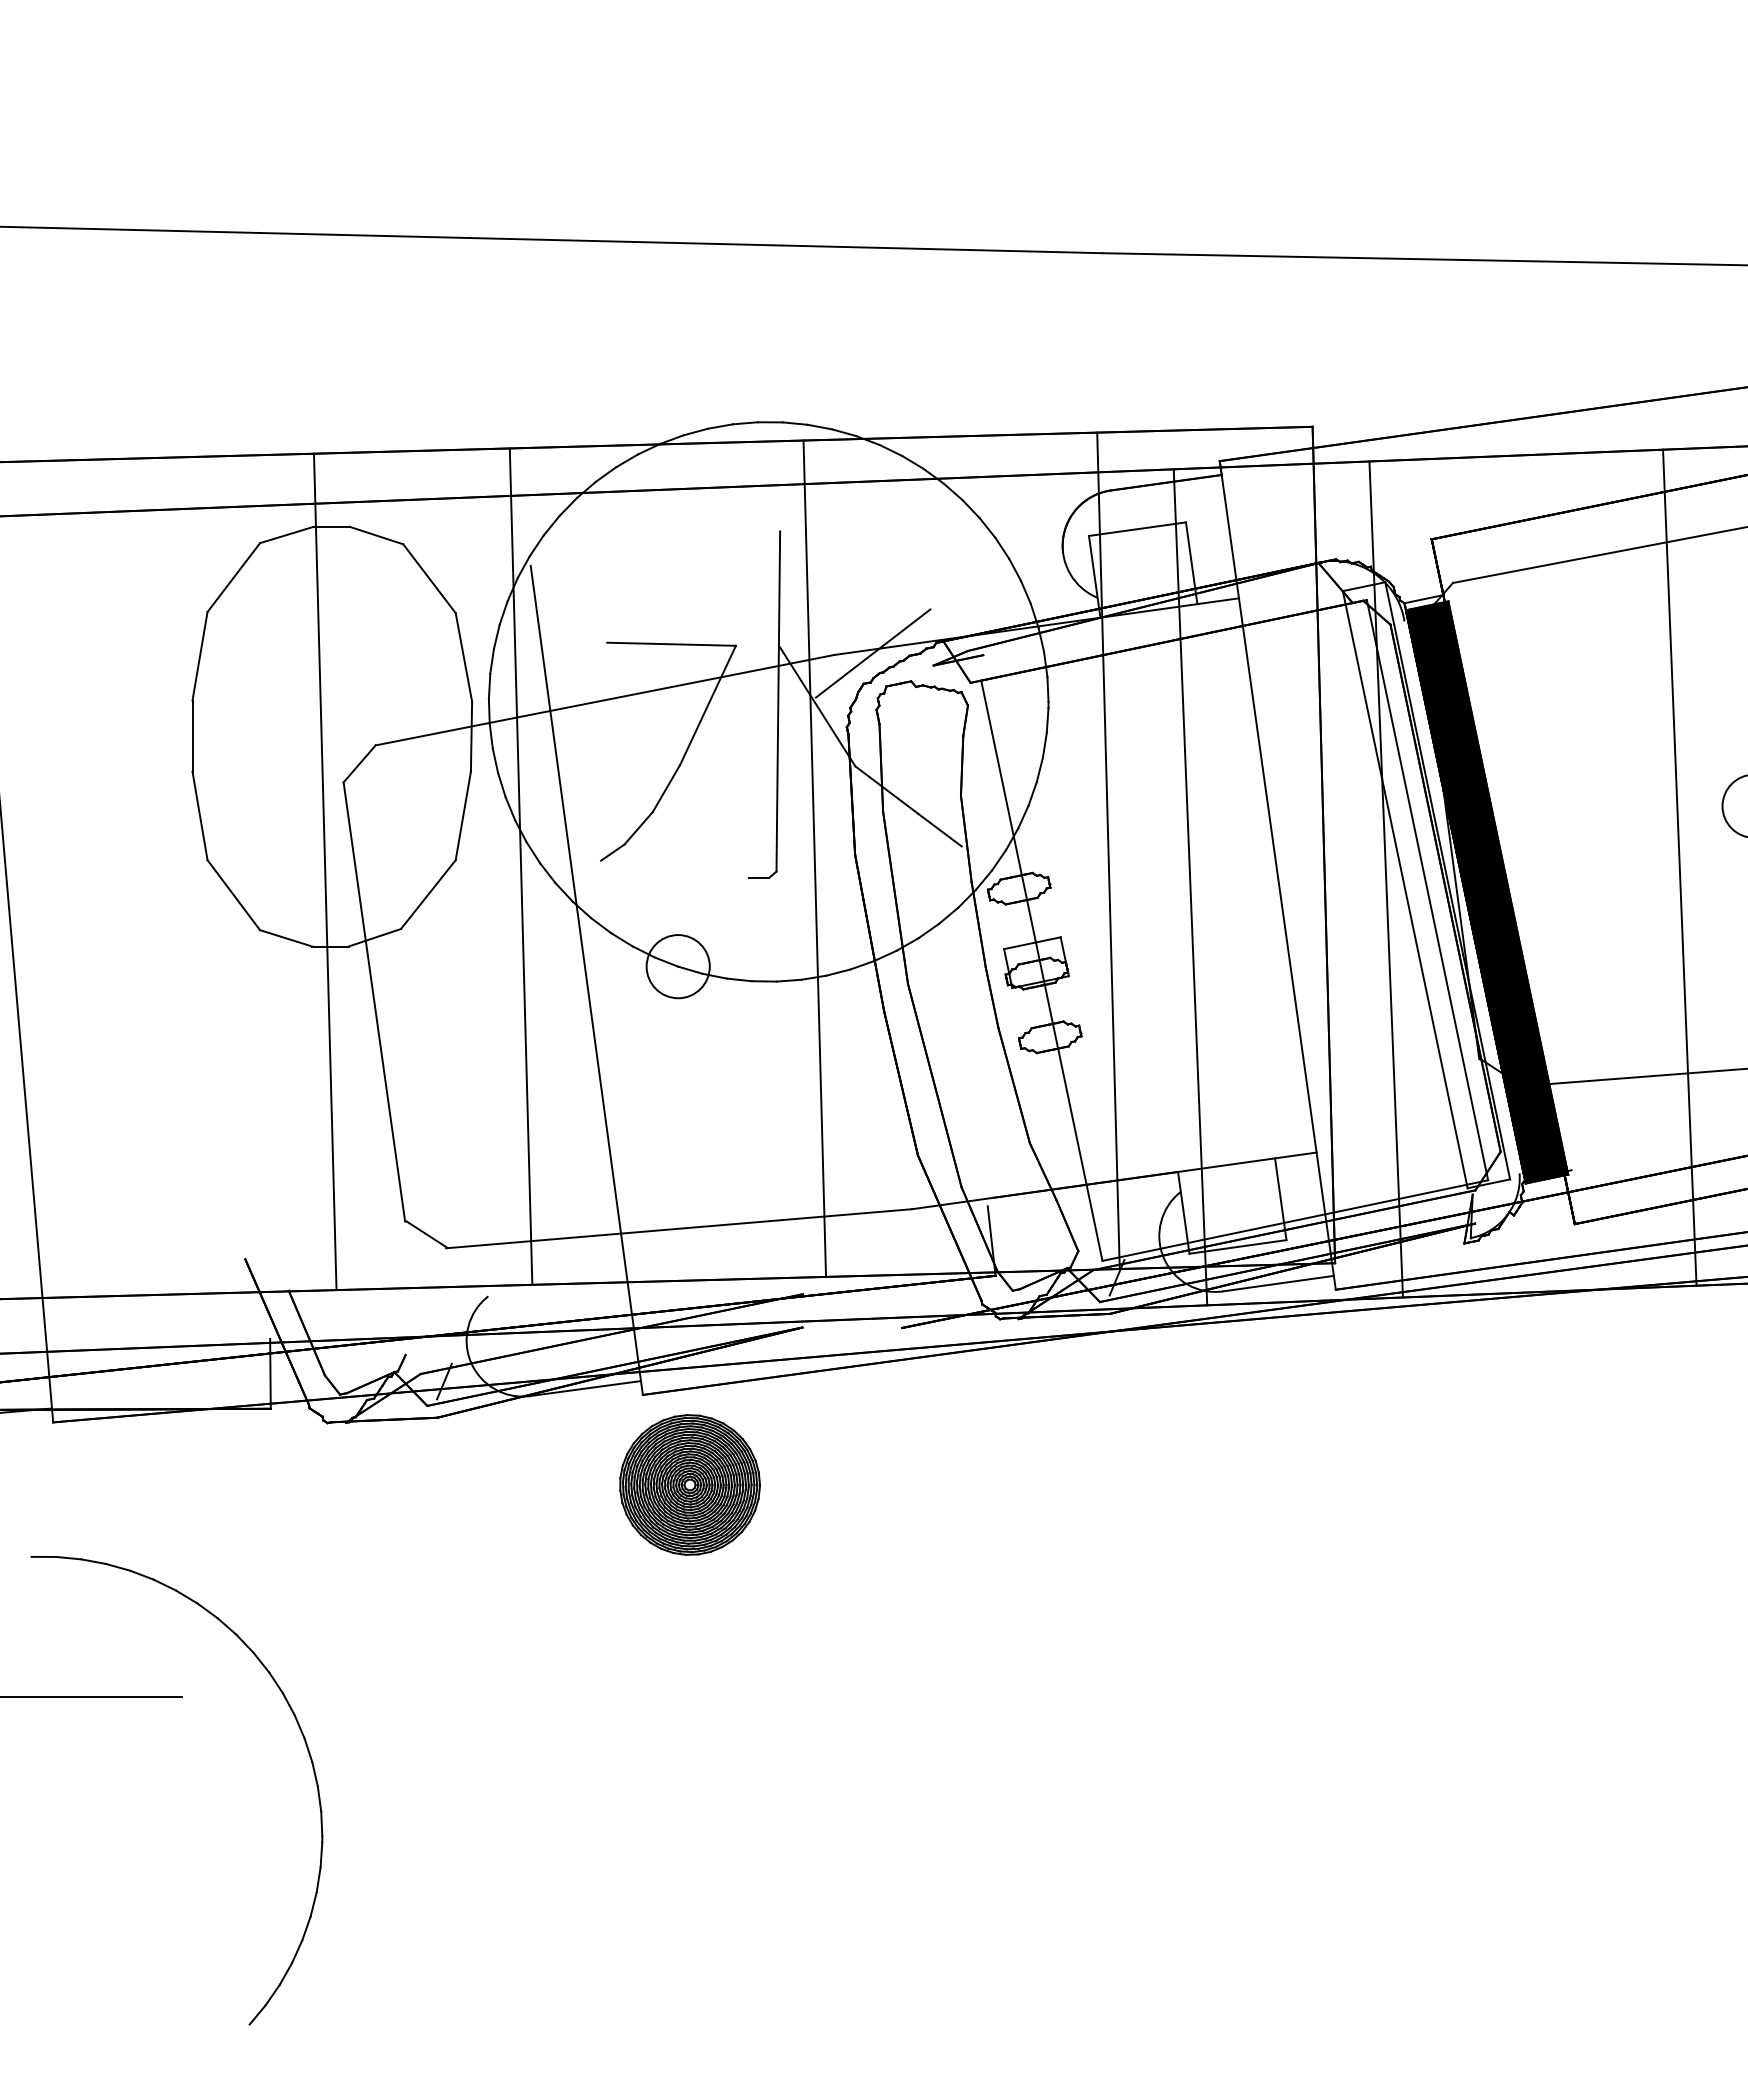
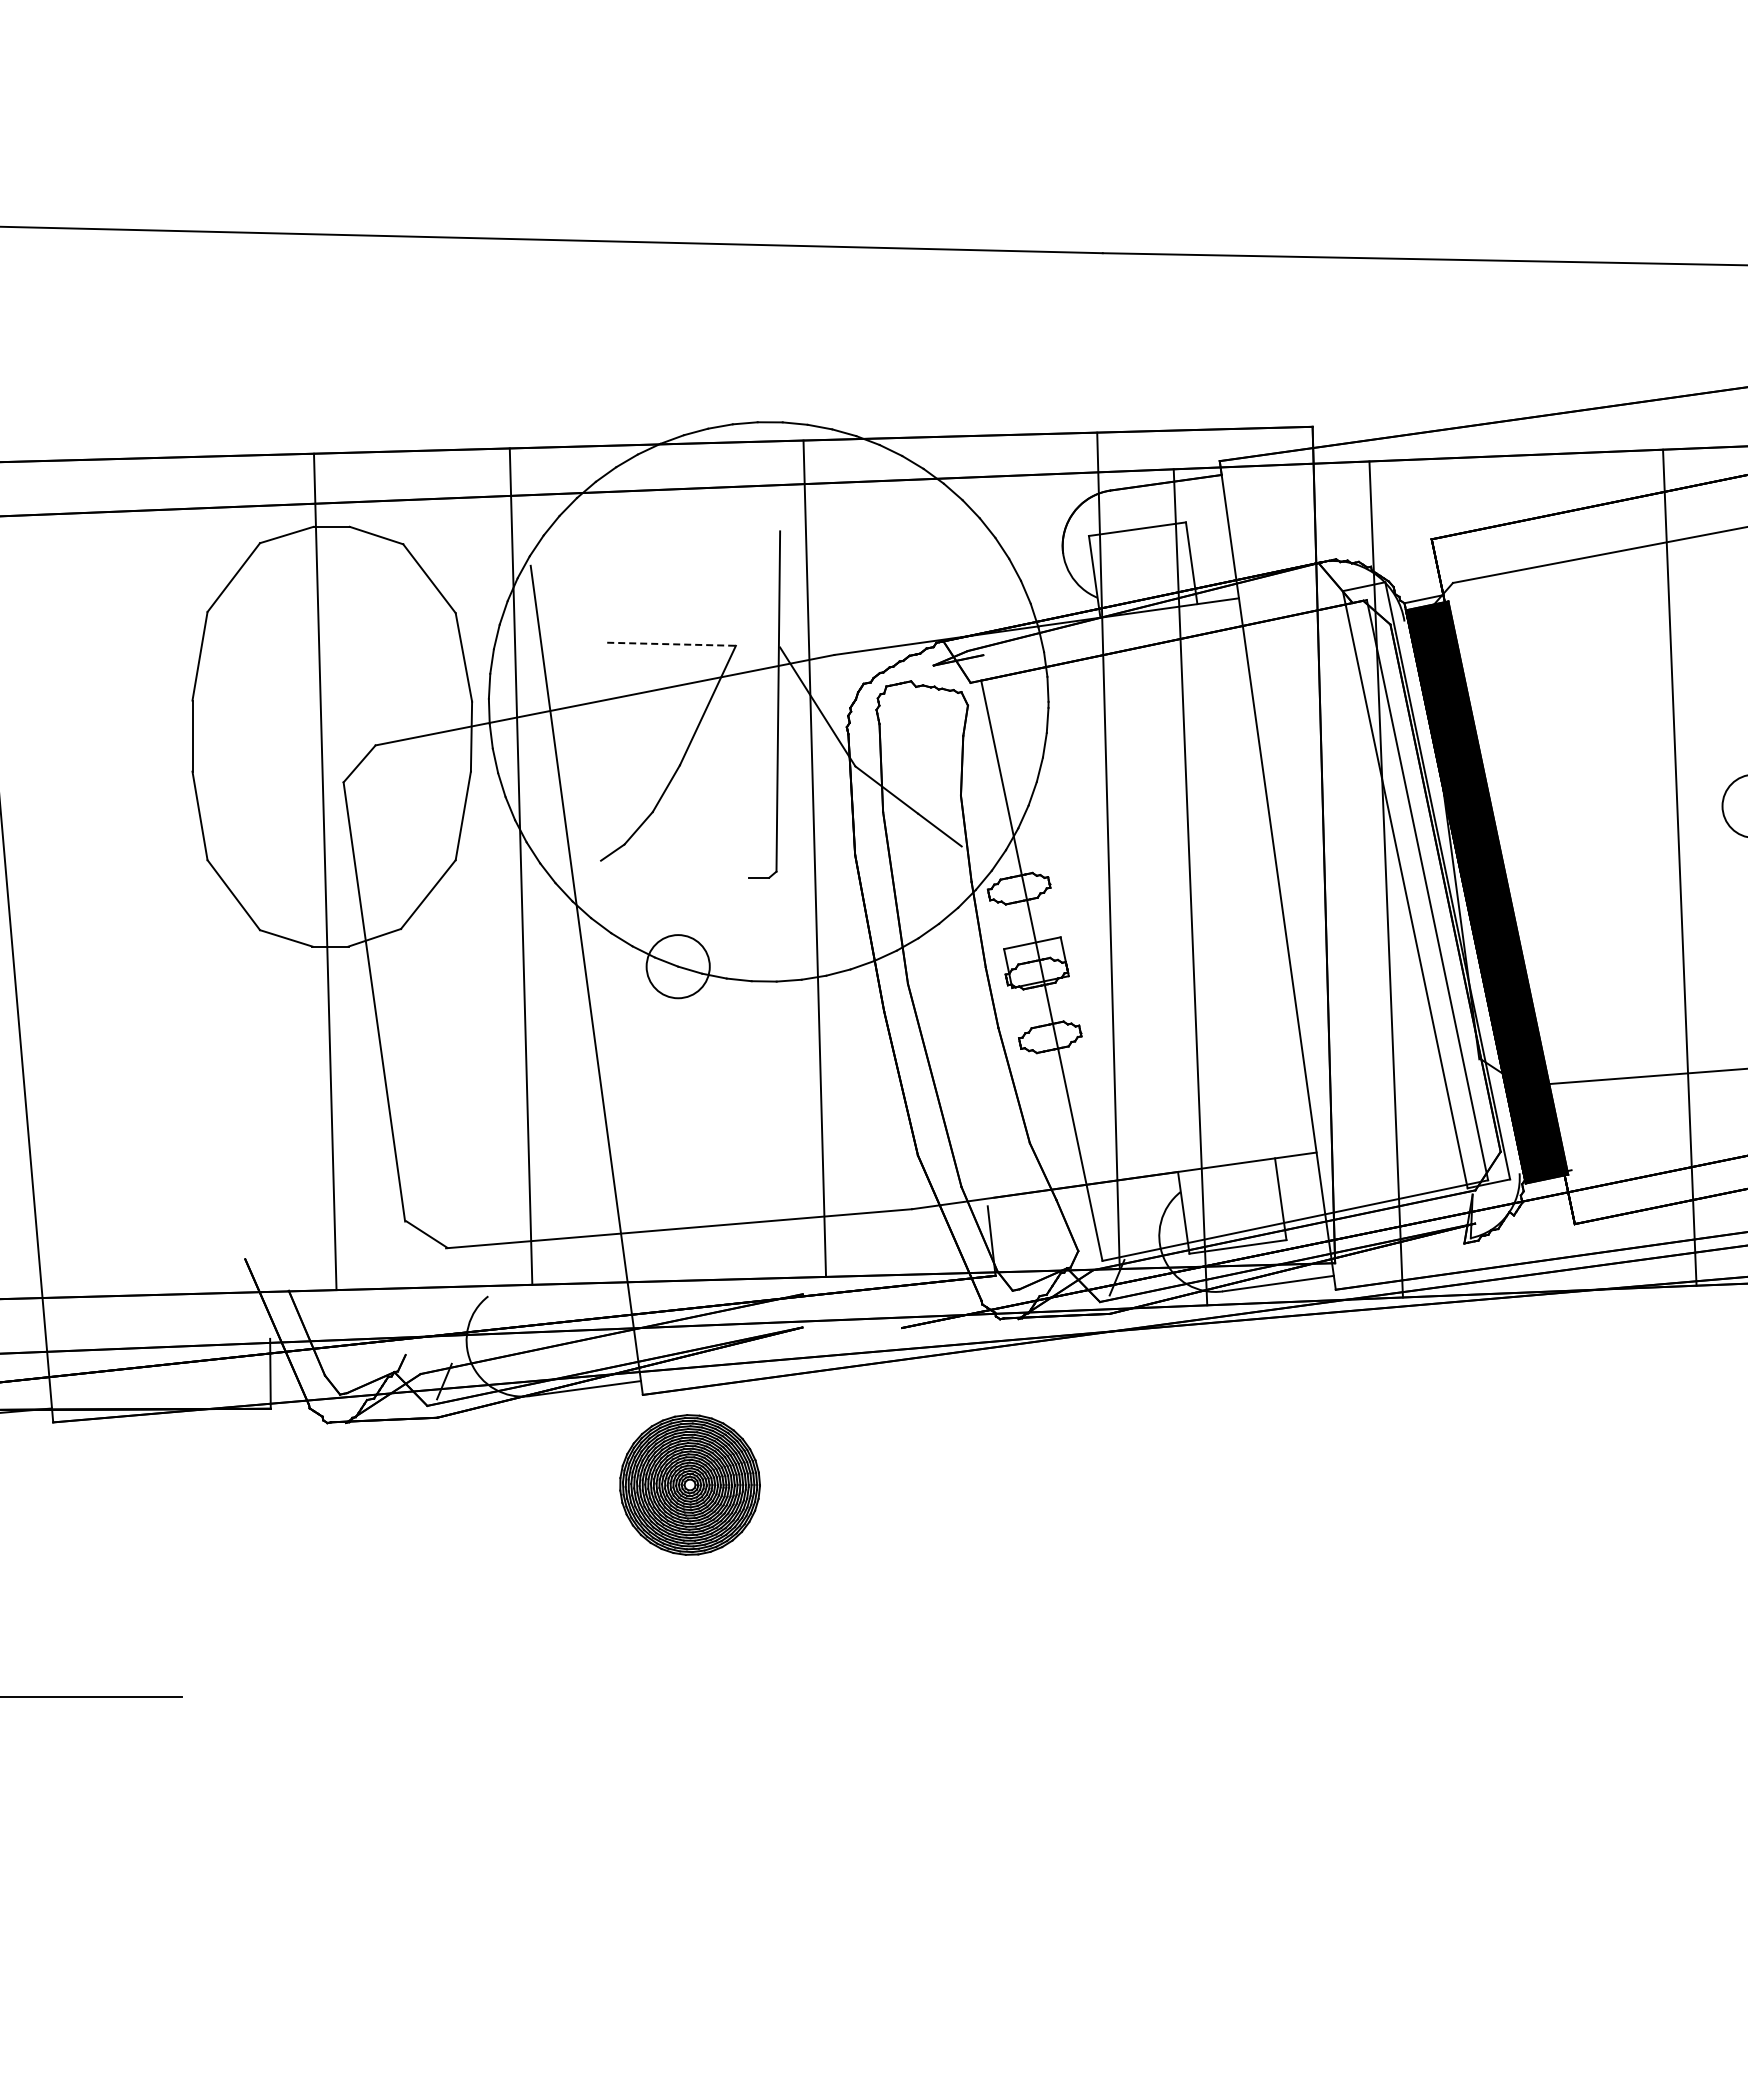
line at (672, 644): solid -> dashed
line at (872, 653): present -> none
part at (306, 1748): present -> none
